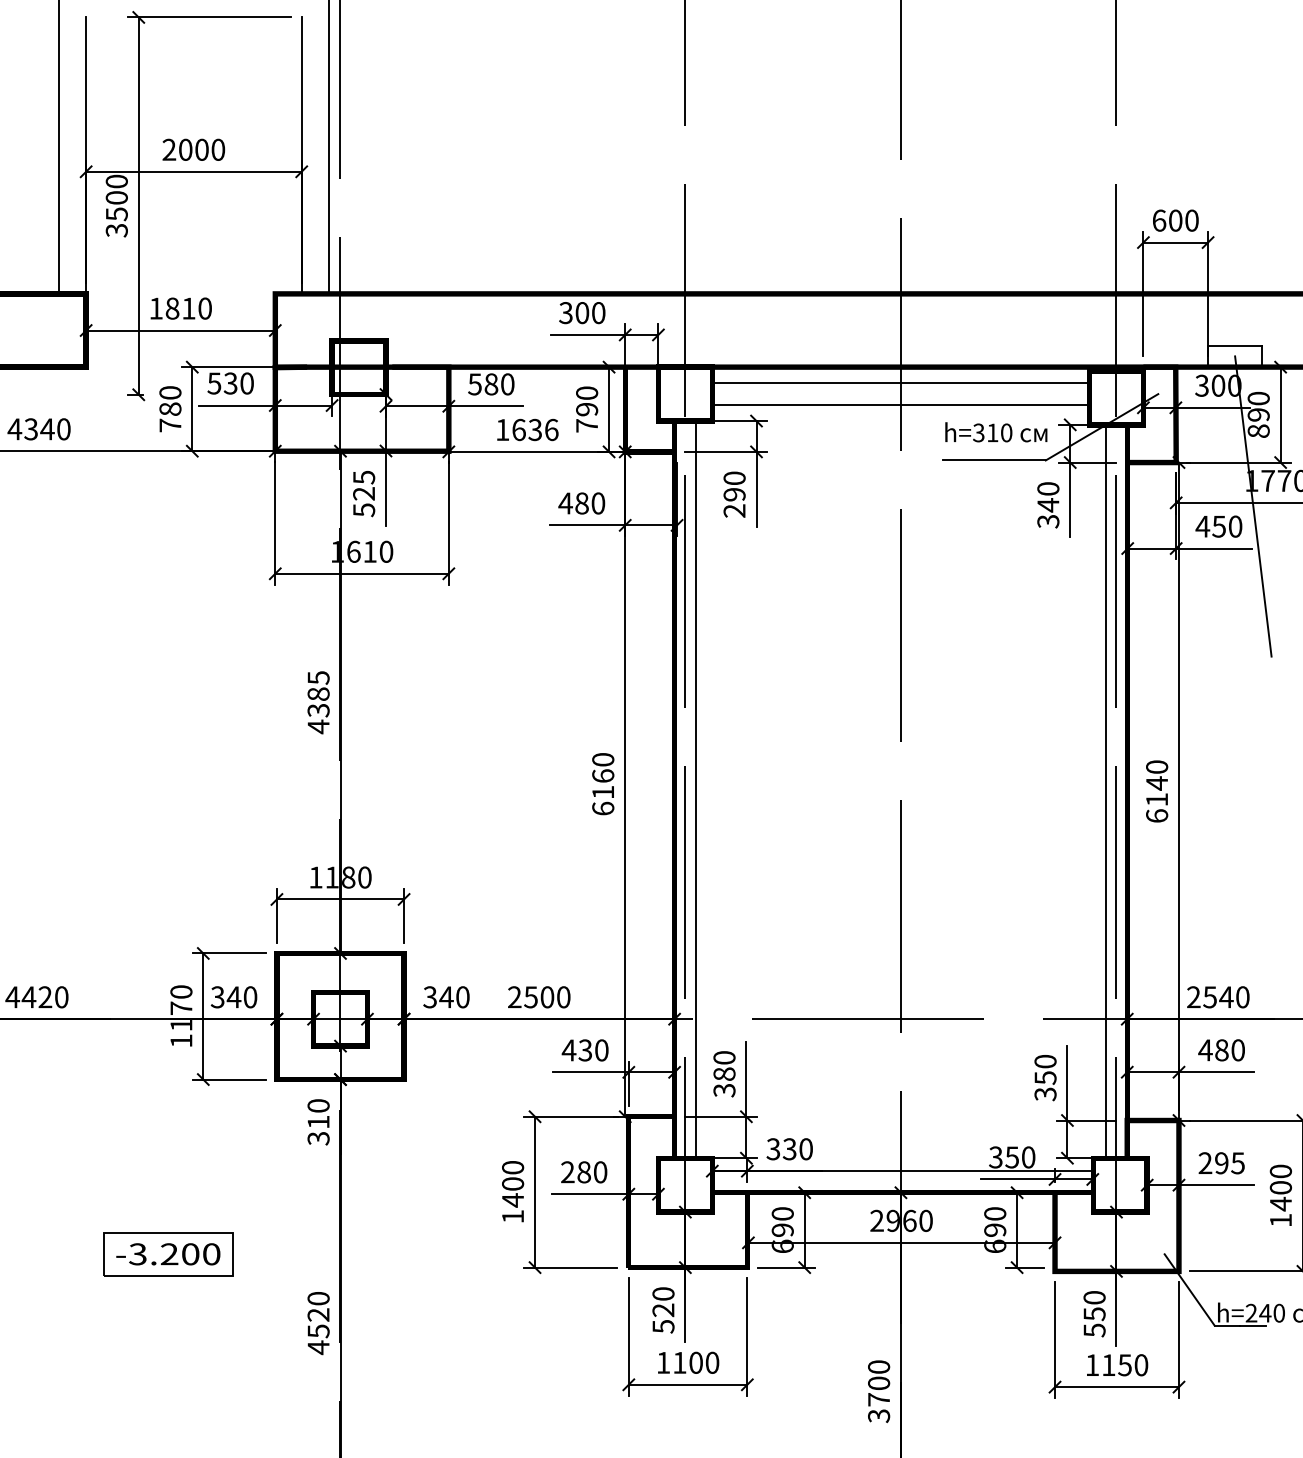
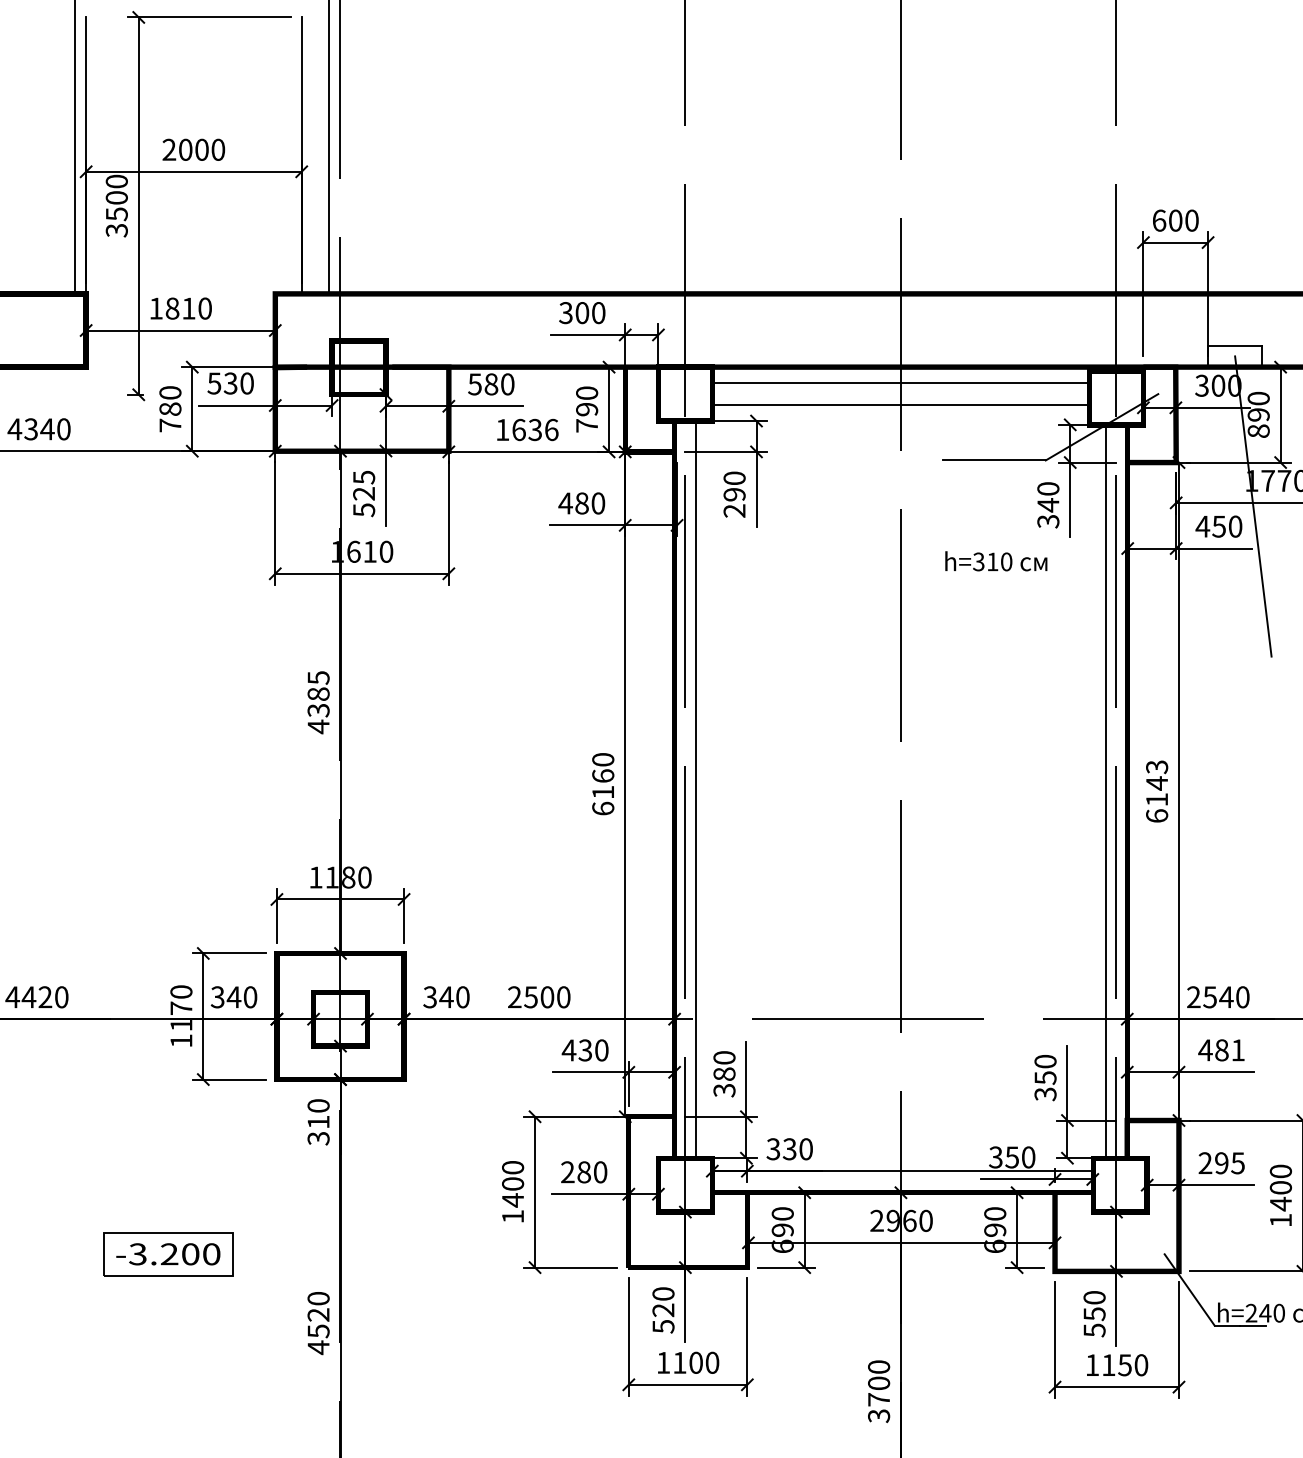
line at (59, 148) position: (59, 148) -> (75, 148)
text at (996, 432) position: (996, 432) -> (996, 561)
text at (1157, 767): 6140 -> 6143
text at (1237, 1050): 480 -> 481
